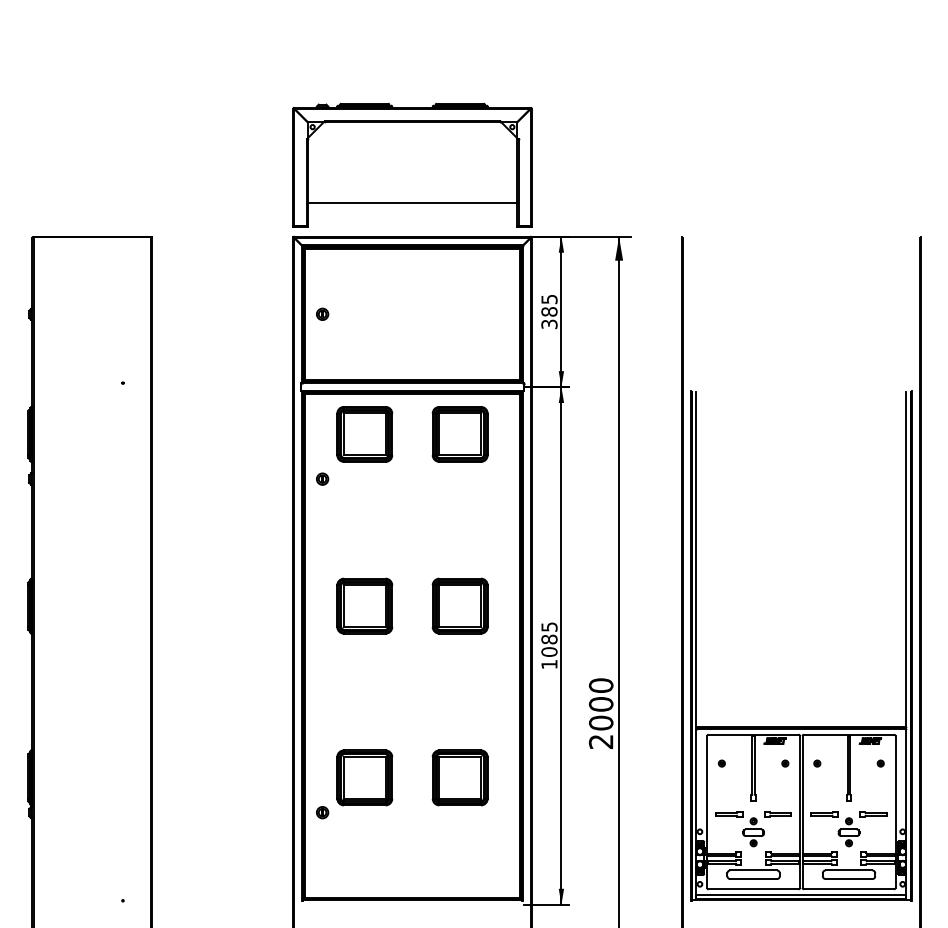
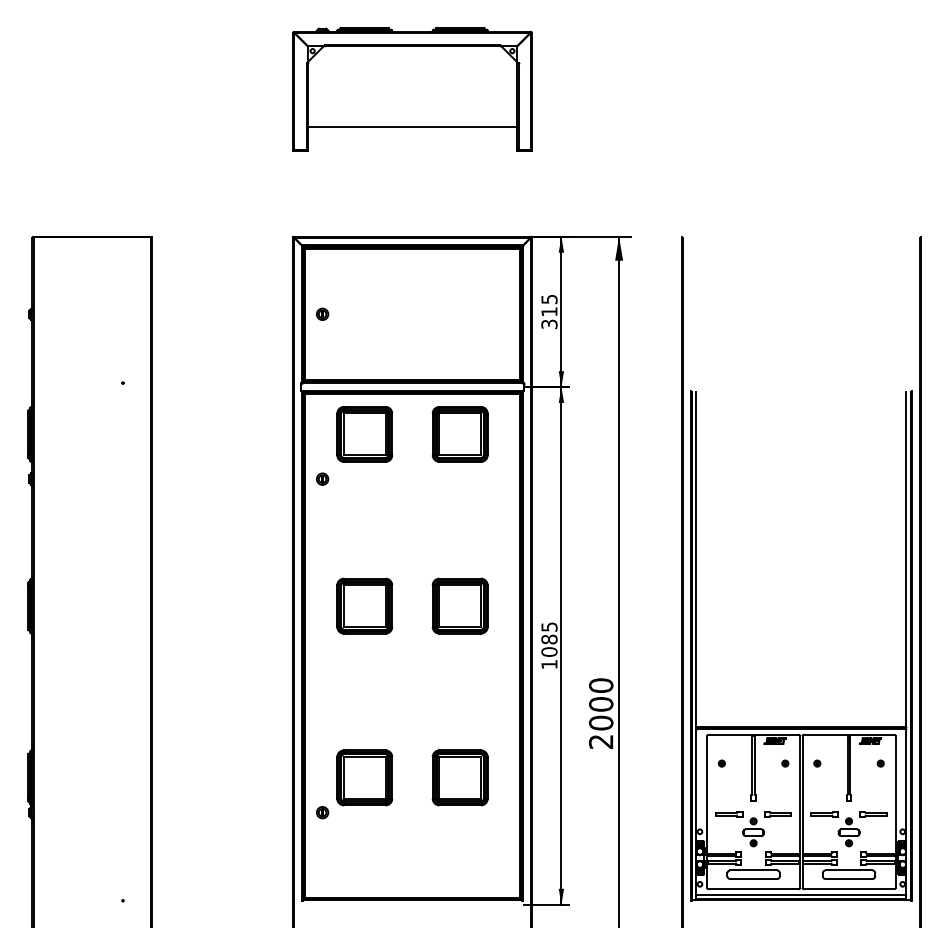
part at (412, 164) position: (412, 164) -> (412, 88)
text at (549, 311): 385 -> 315
